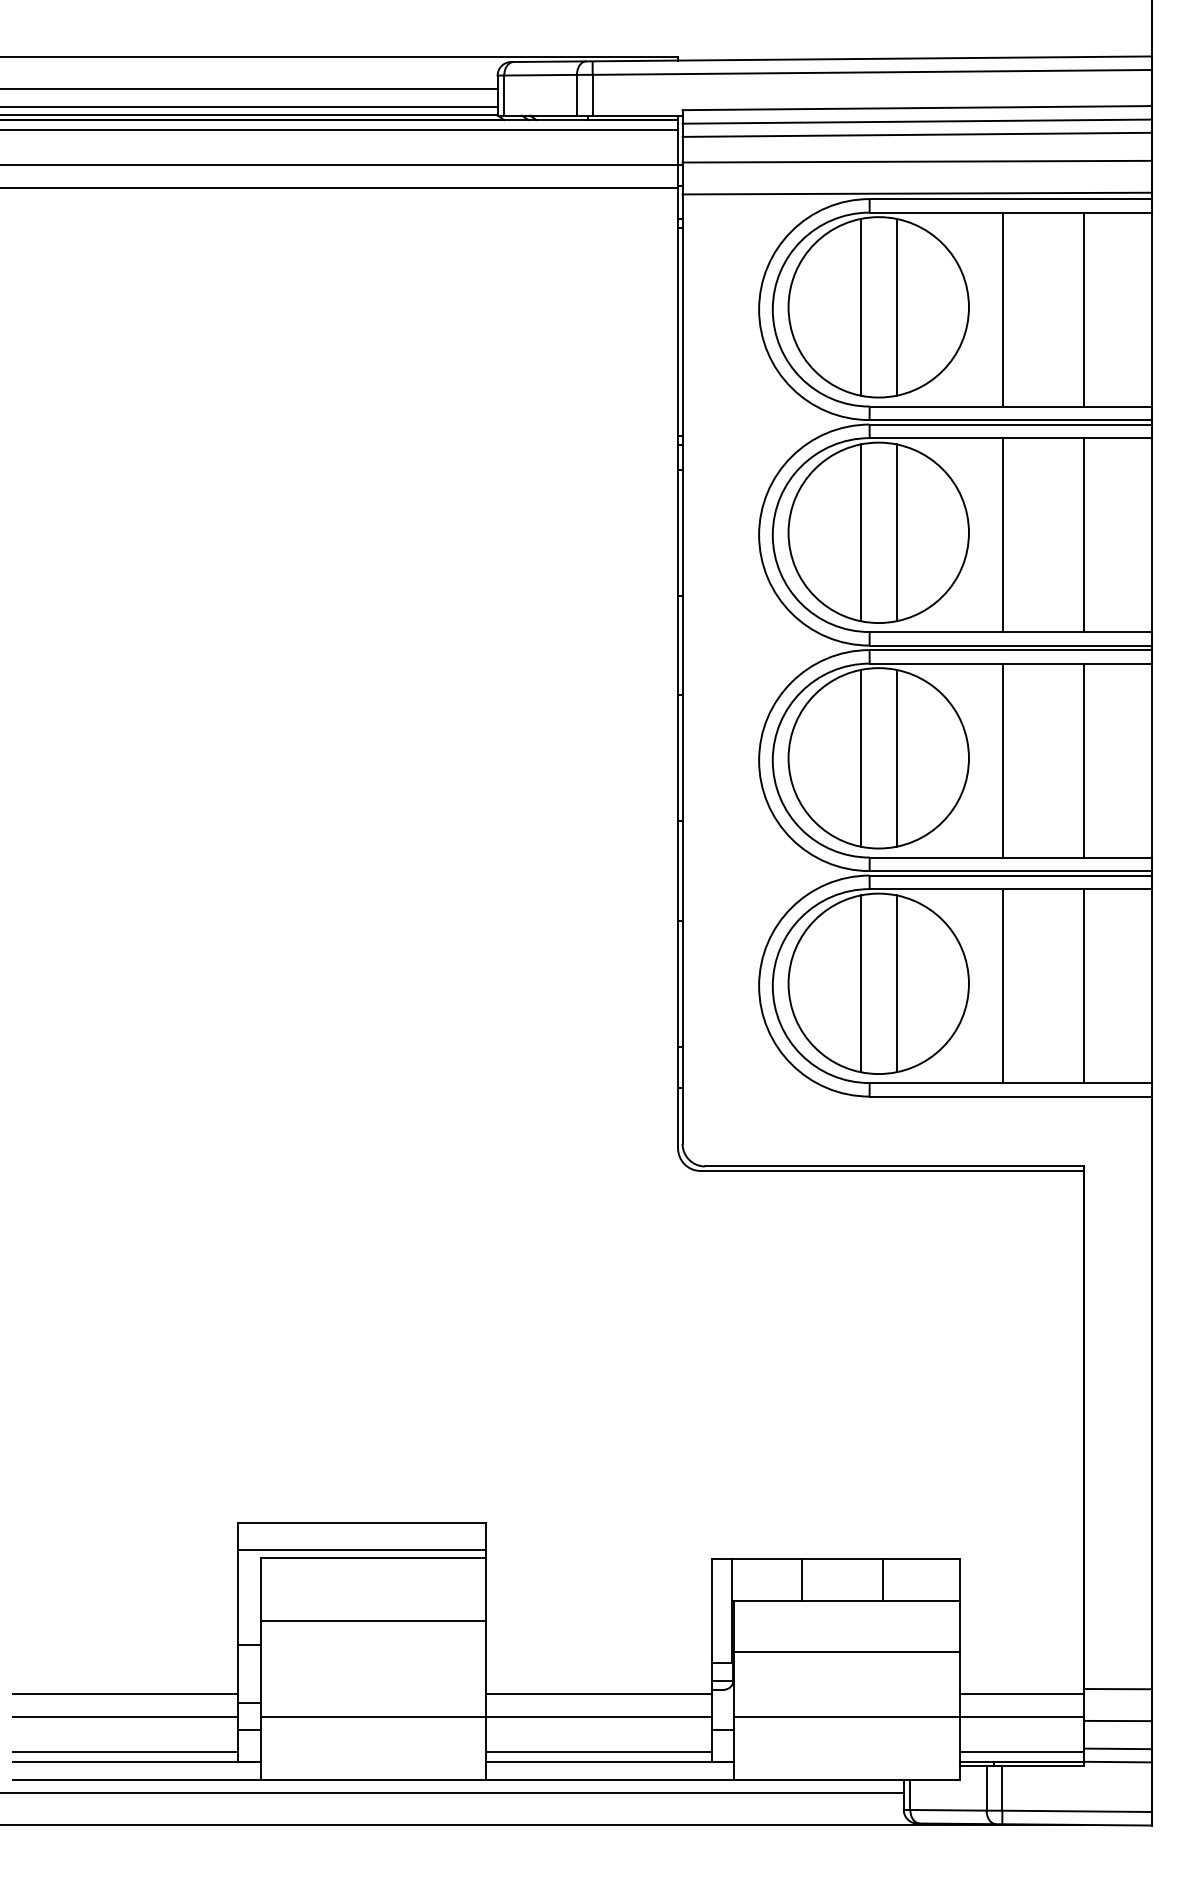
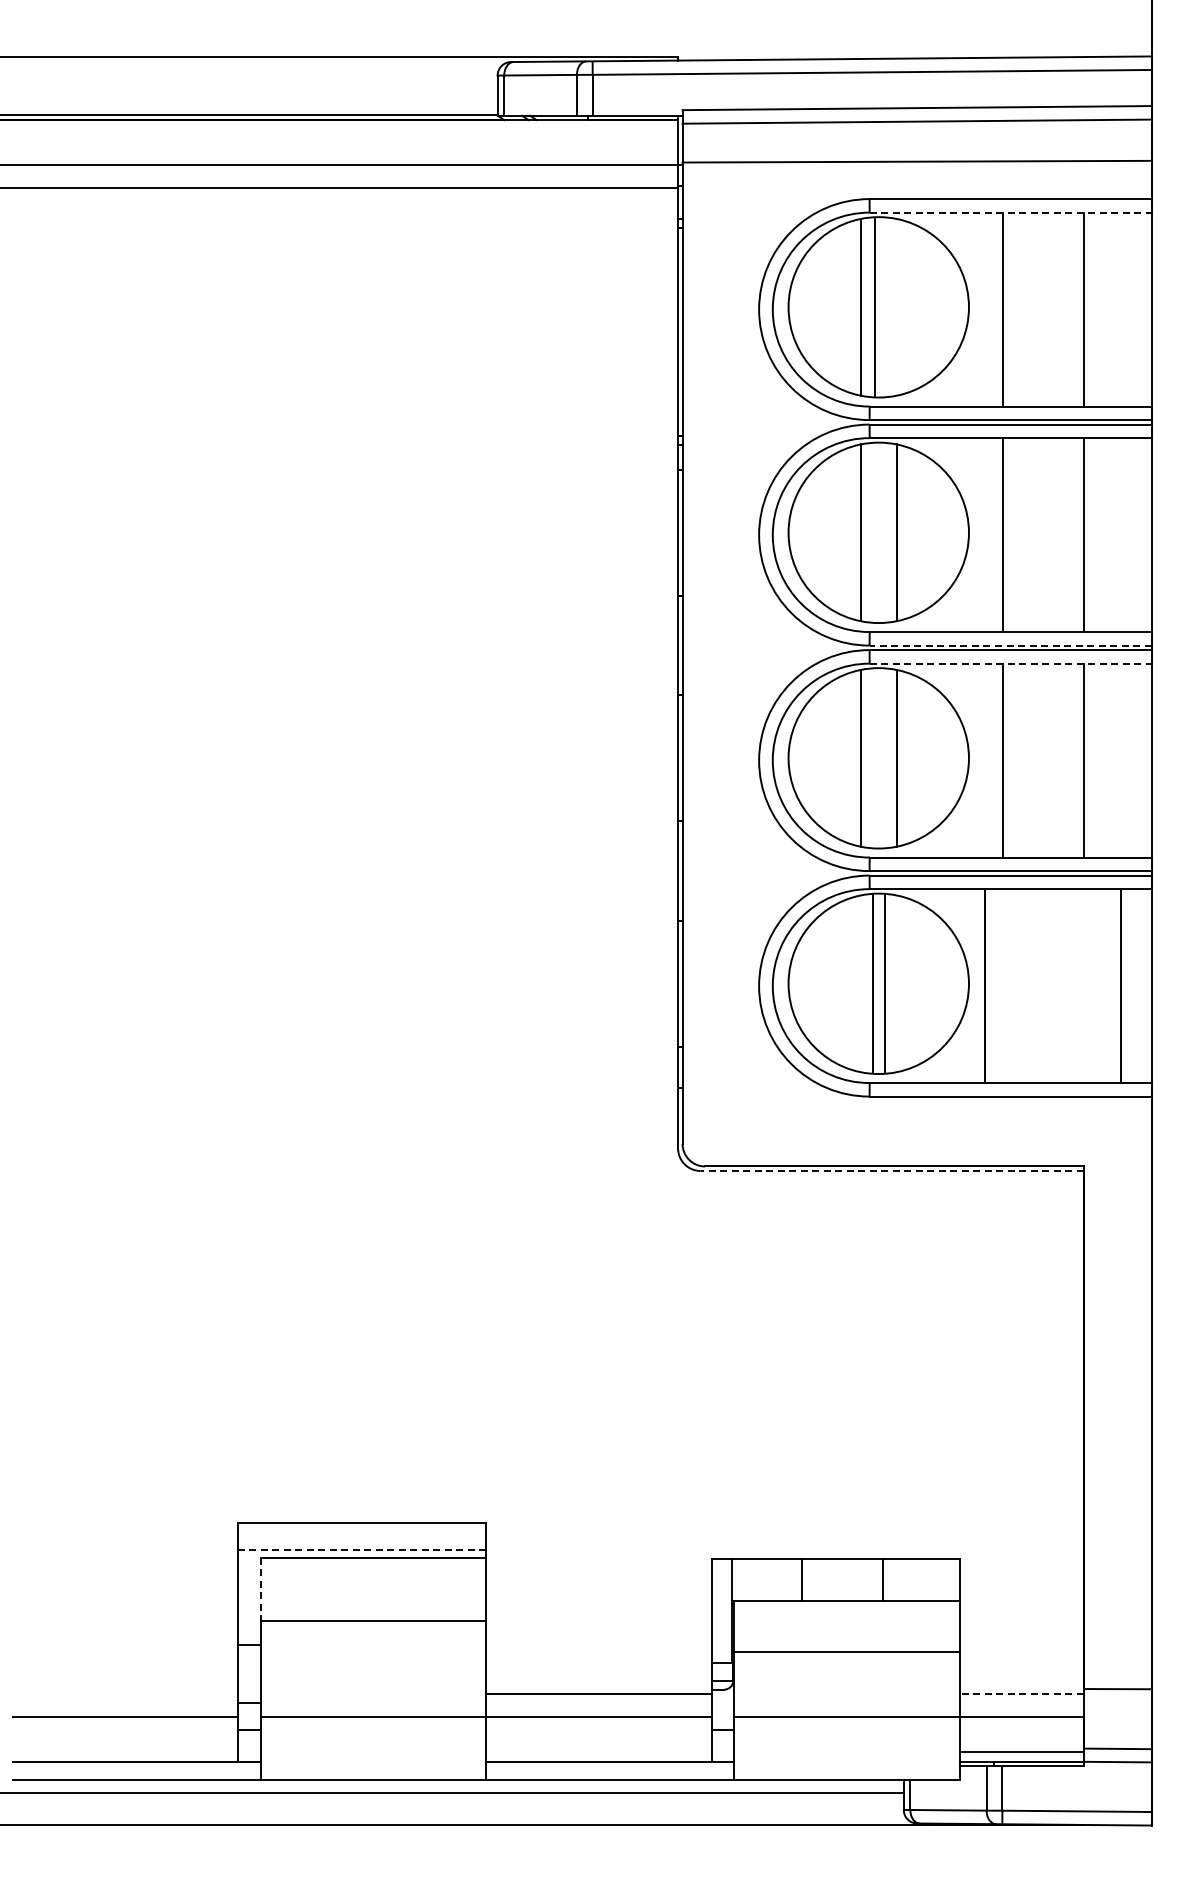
line at (249, 89): present -> none
line at (249, 106): present -> none
line at (340, 129): present -> none
line at (916, 134): present -> none
line at (916, 193): present -> none
line at (1010, 212): solid -> dashed
line at (896, 306) position: (896, 306) -> (874, 306)
line at (1010, 645): solid -> dashed
line at (1010, 663): solid -> dashed
line at (860, 983) position: (860, 983) -> (872, 983)
line at (896, 983) position: (896, 983) -> (884, 983)
line at (1002, 986) position: (1002, 986) -> (984, 986)
line at (1083, 986) position: (1083, 986) -> (1120, 986)
line at (892, 1171): solid -> dashed
line at (361, 1549): solid -> dashed
line at (260, 1589): solid -> dashed
line at (125, 1694): present -> none
line at (1021, 1694): solid -> dashed
line at (1117, 1720): present -> none
line at (125, 1752): present -> none
line at (598, 1752): present -> none
